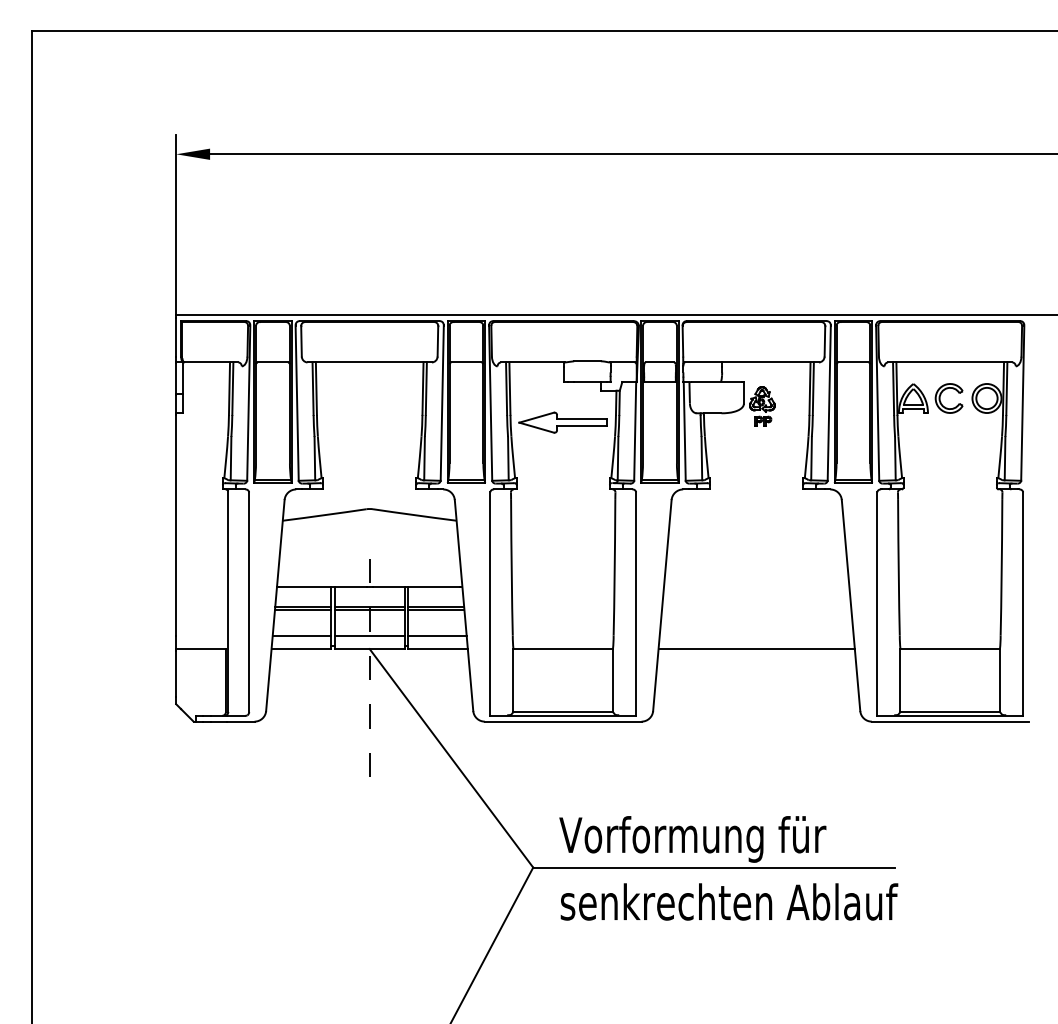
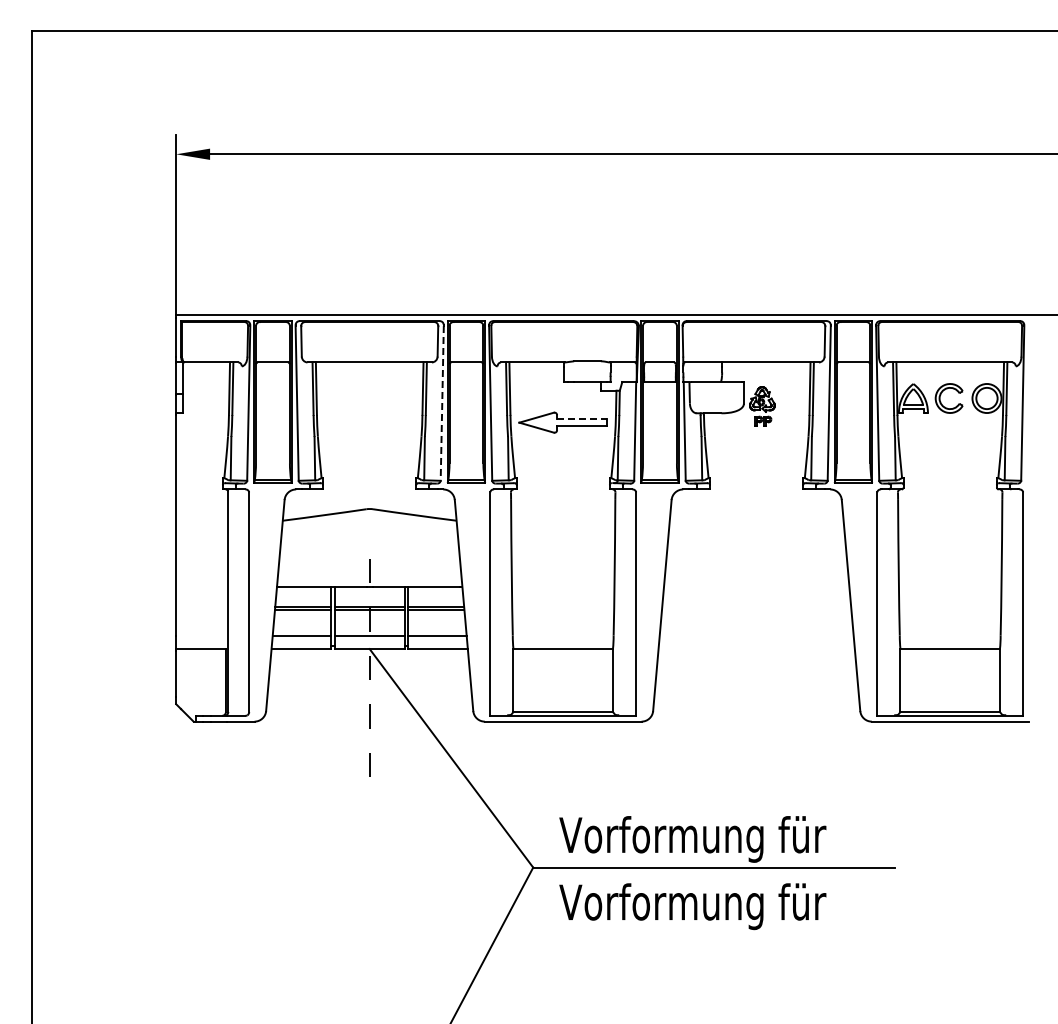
line at (442, 403): solid -> dashed
line at (582, 419): solid -> dashed
line at (756, 649): present -> none
text at (728, 906): senkrechten Ablauf -> Vorformung für
